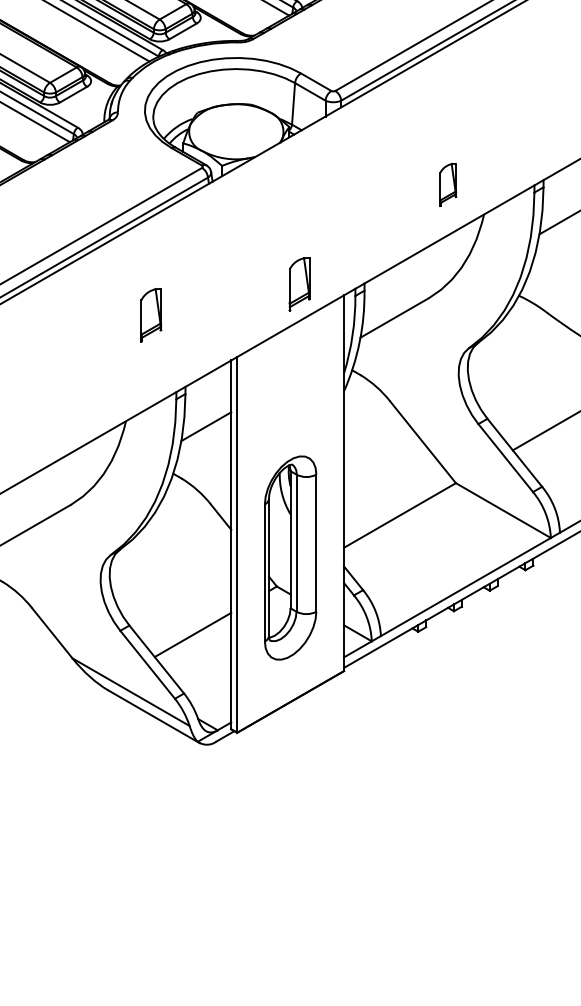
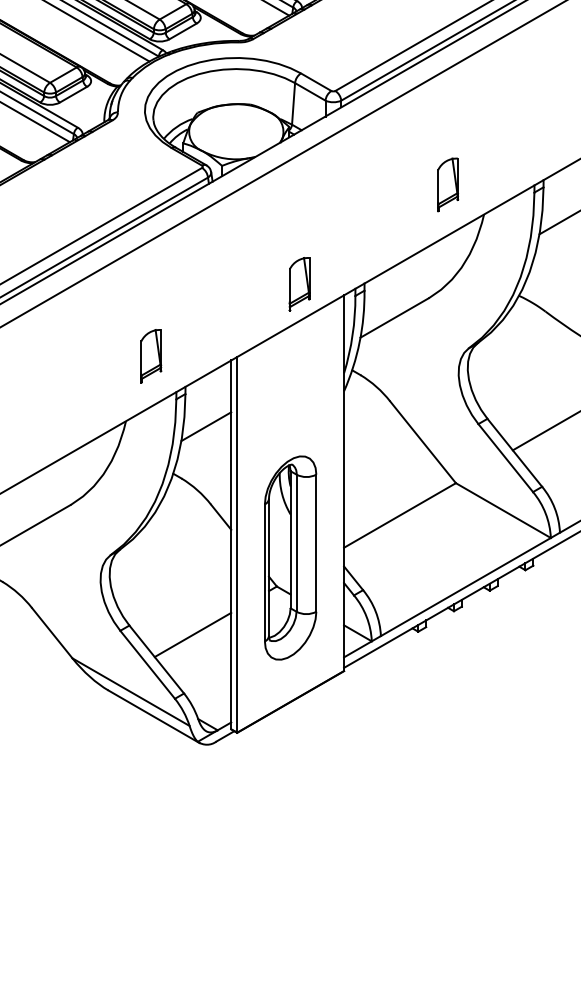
line at (282, 164): none -> present
part at (448, 184) size: 19x44 px -> 23x56 px
part at (151, 315) position: (151, 315) -> (151, 356)
